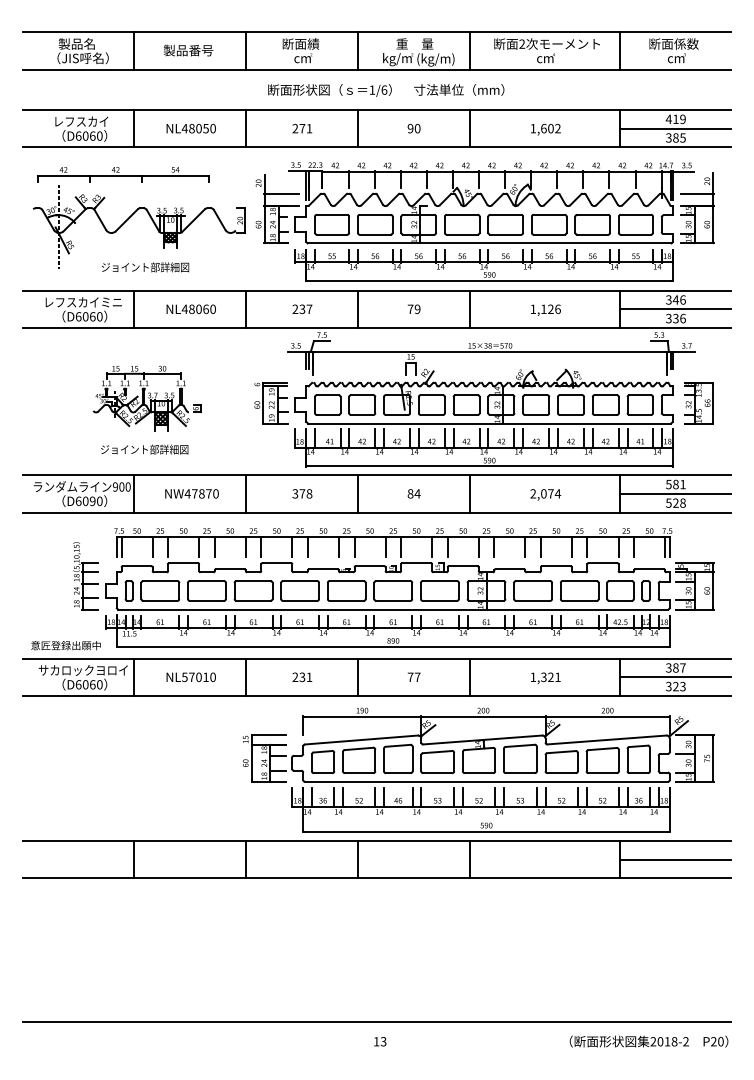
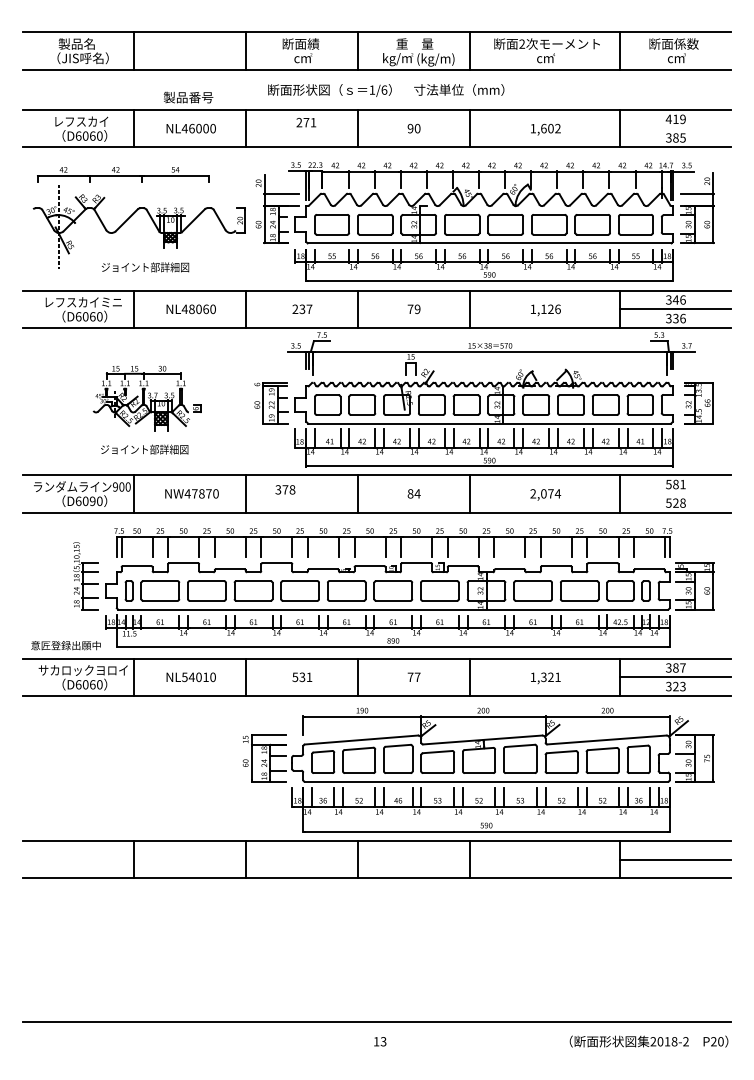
text at (188, 50) position: (188, 50) -> (188, 97)
text at (198, 128): NL48050 -> NL46000
text at (302, 128) position: (302, 128) -> (306, 122)
line at (675, 128): present -> none
text at (302, 493) position: (302, 493) -> (285, 489)
line at (675, 493): present -> none
text at (191, 676): NL57010 -> NL54010
text at (295, 677): 231 -> 531
